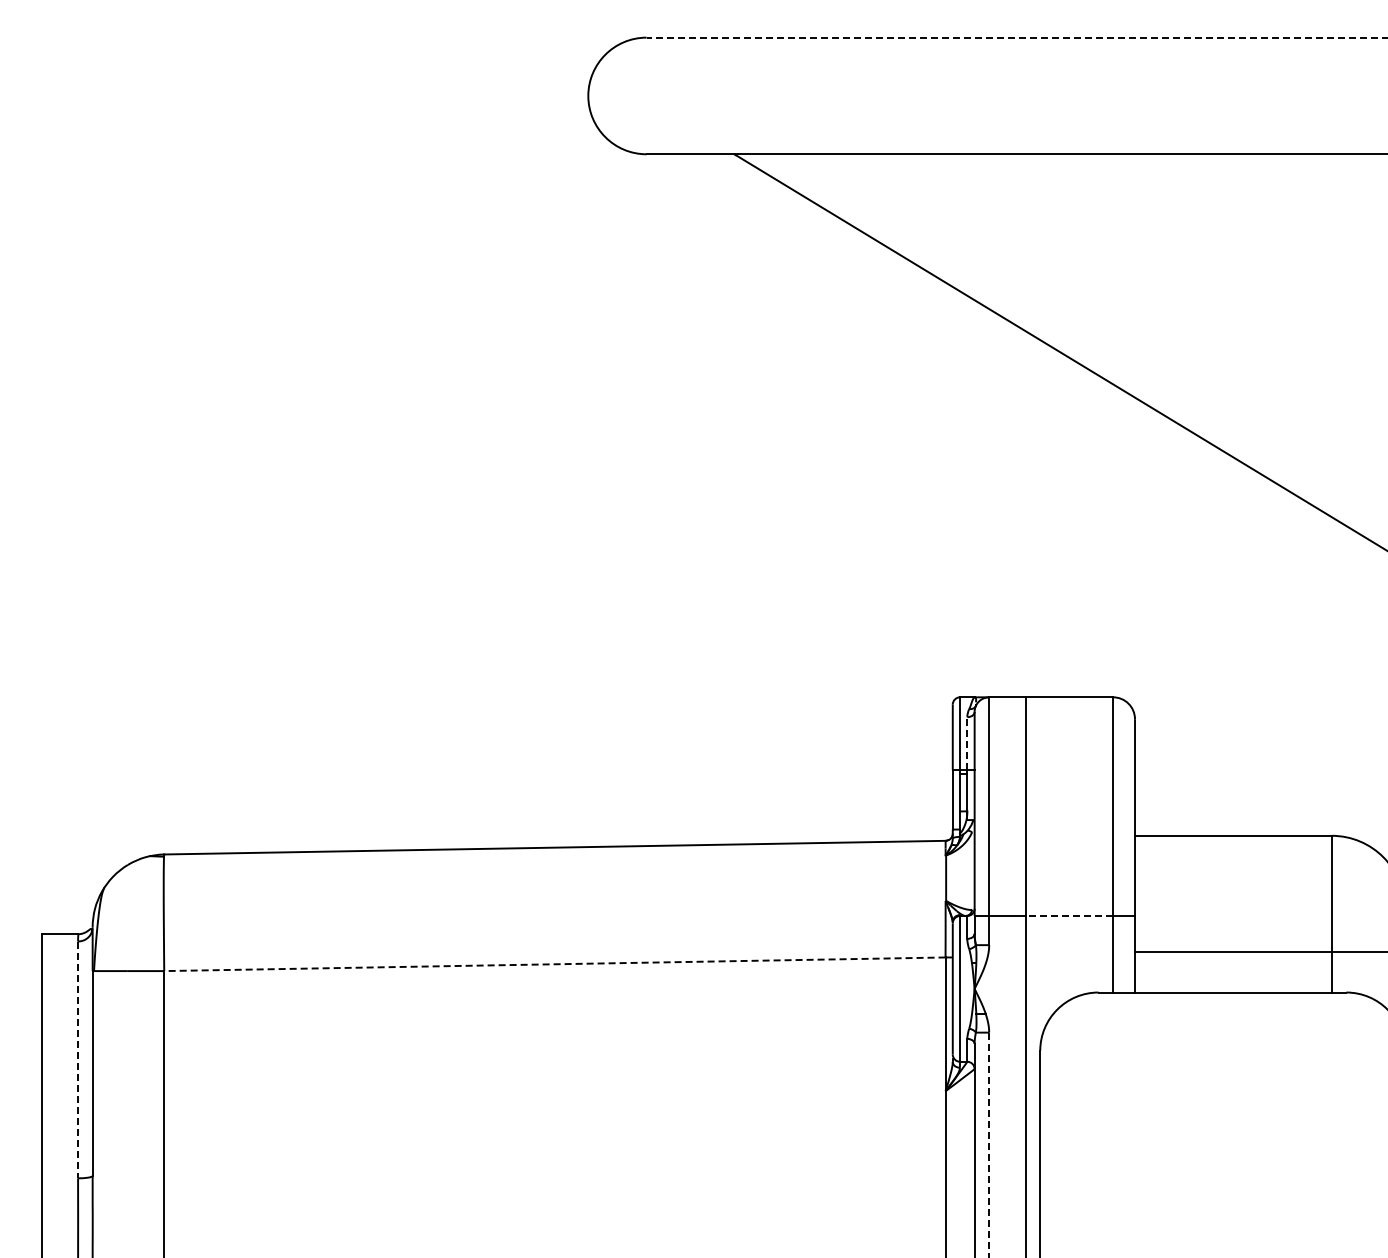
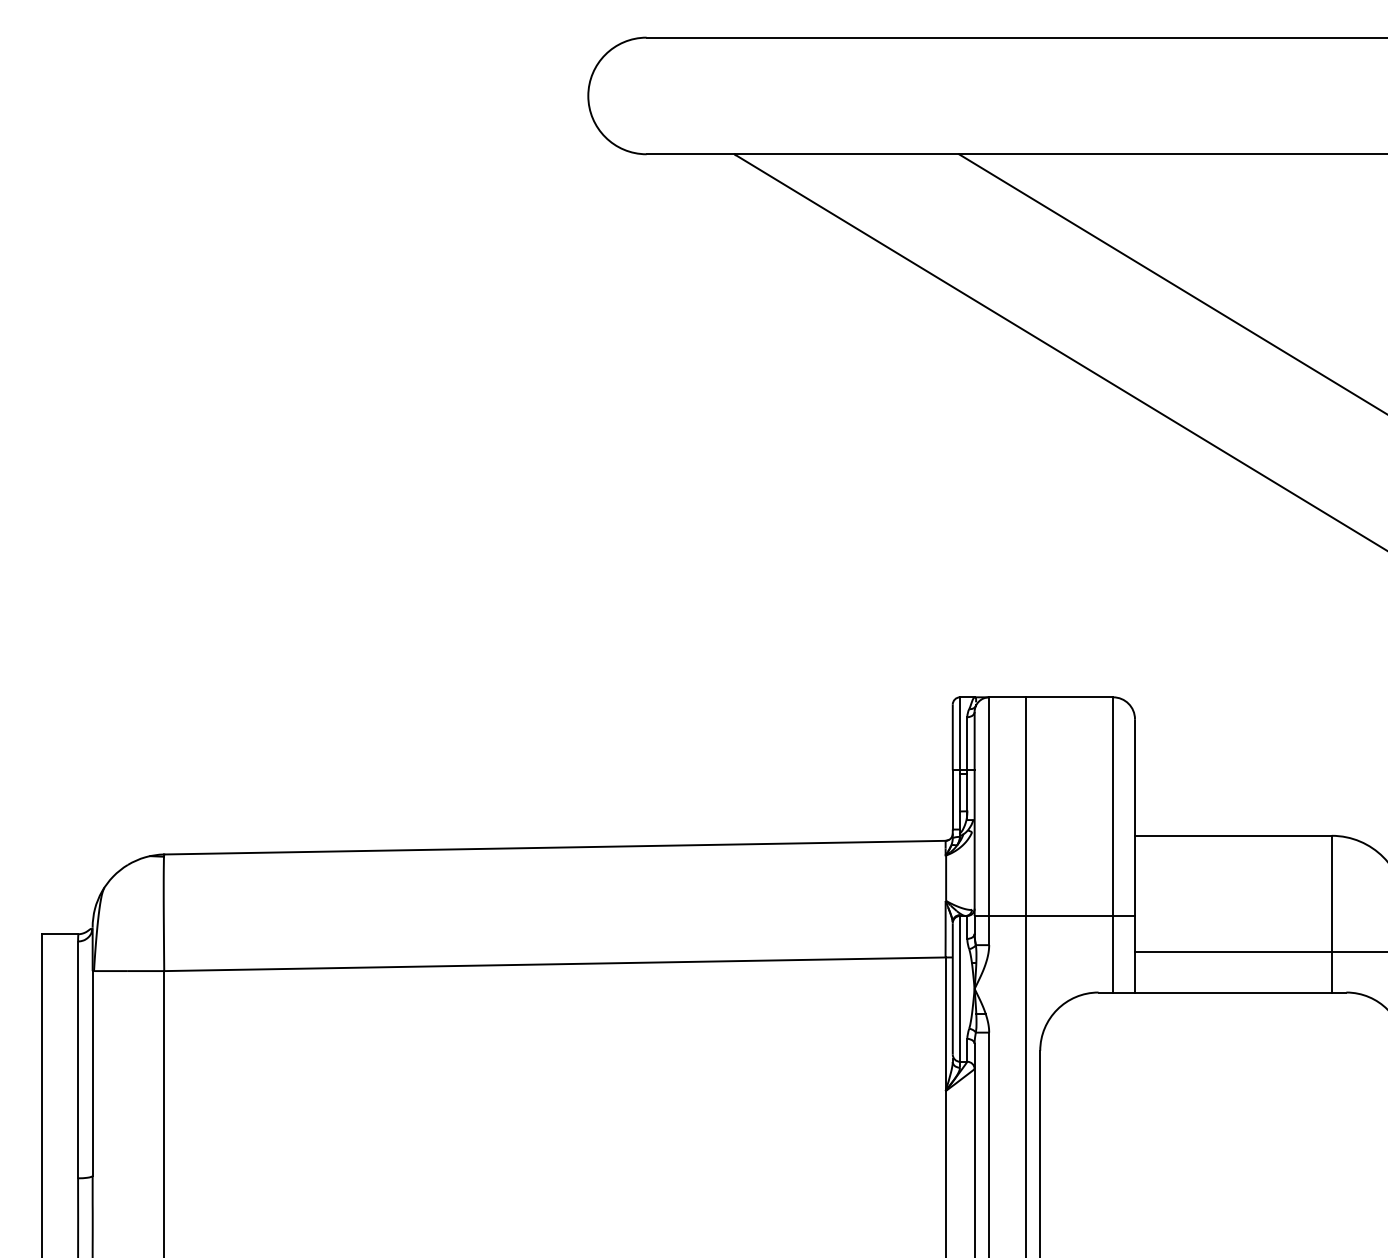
line at (1016, 37): dashed -> solid
line at (1171, 283): none -> present
line at (967, 743): dashed -> solid
line at (1069, 915): dashed -> solid
line at (554, 964): dashed -> solid
line at (78, 1060): dashed -> solid
line at (989, 1145): dashed -> solid
